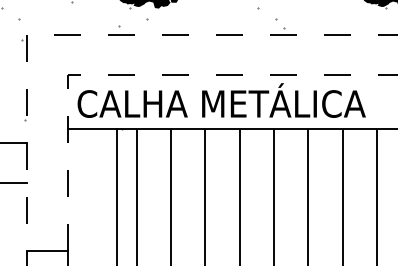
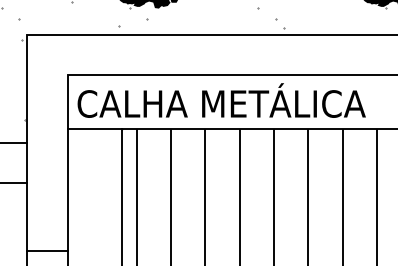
line at (102, 34): dashed -> solid
line at (143, 75): dashed -> solid
line at (116, 195) position: (116, 195) -> (121, 195)
